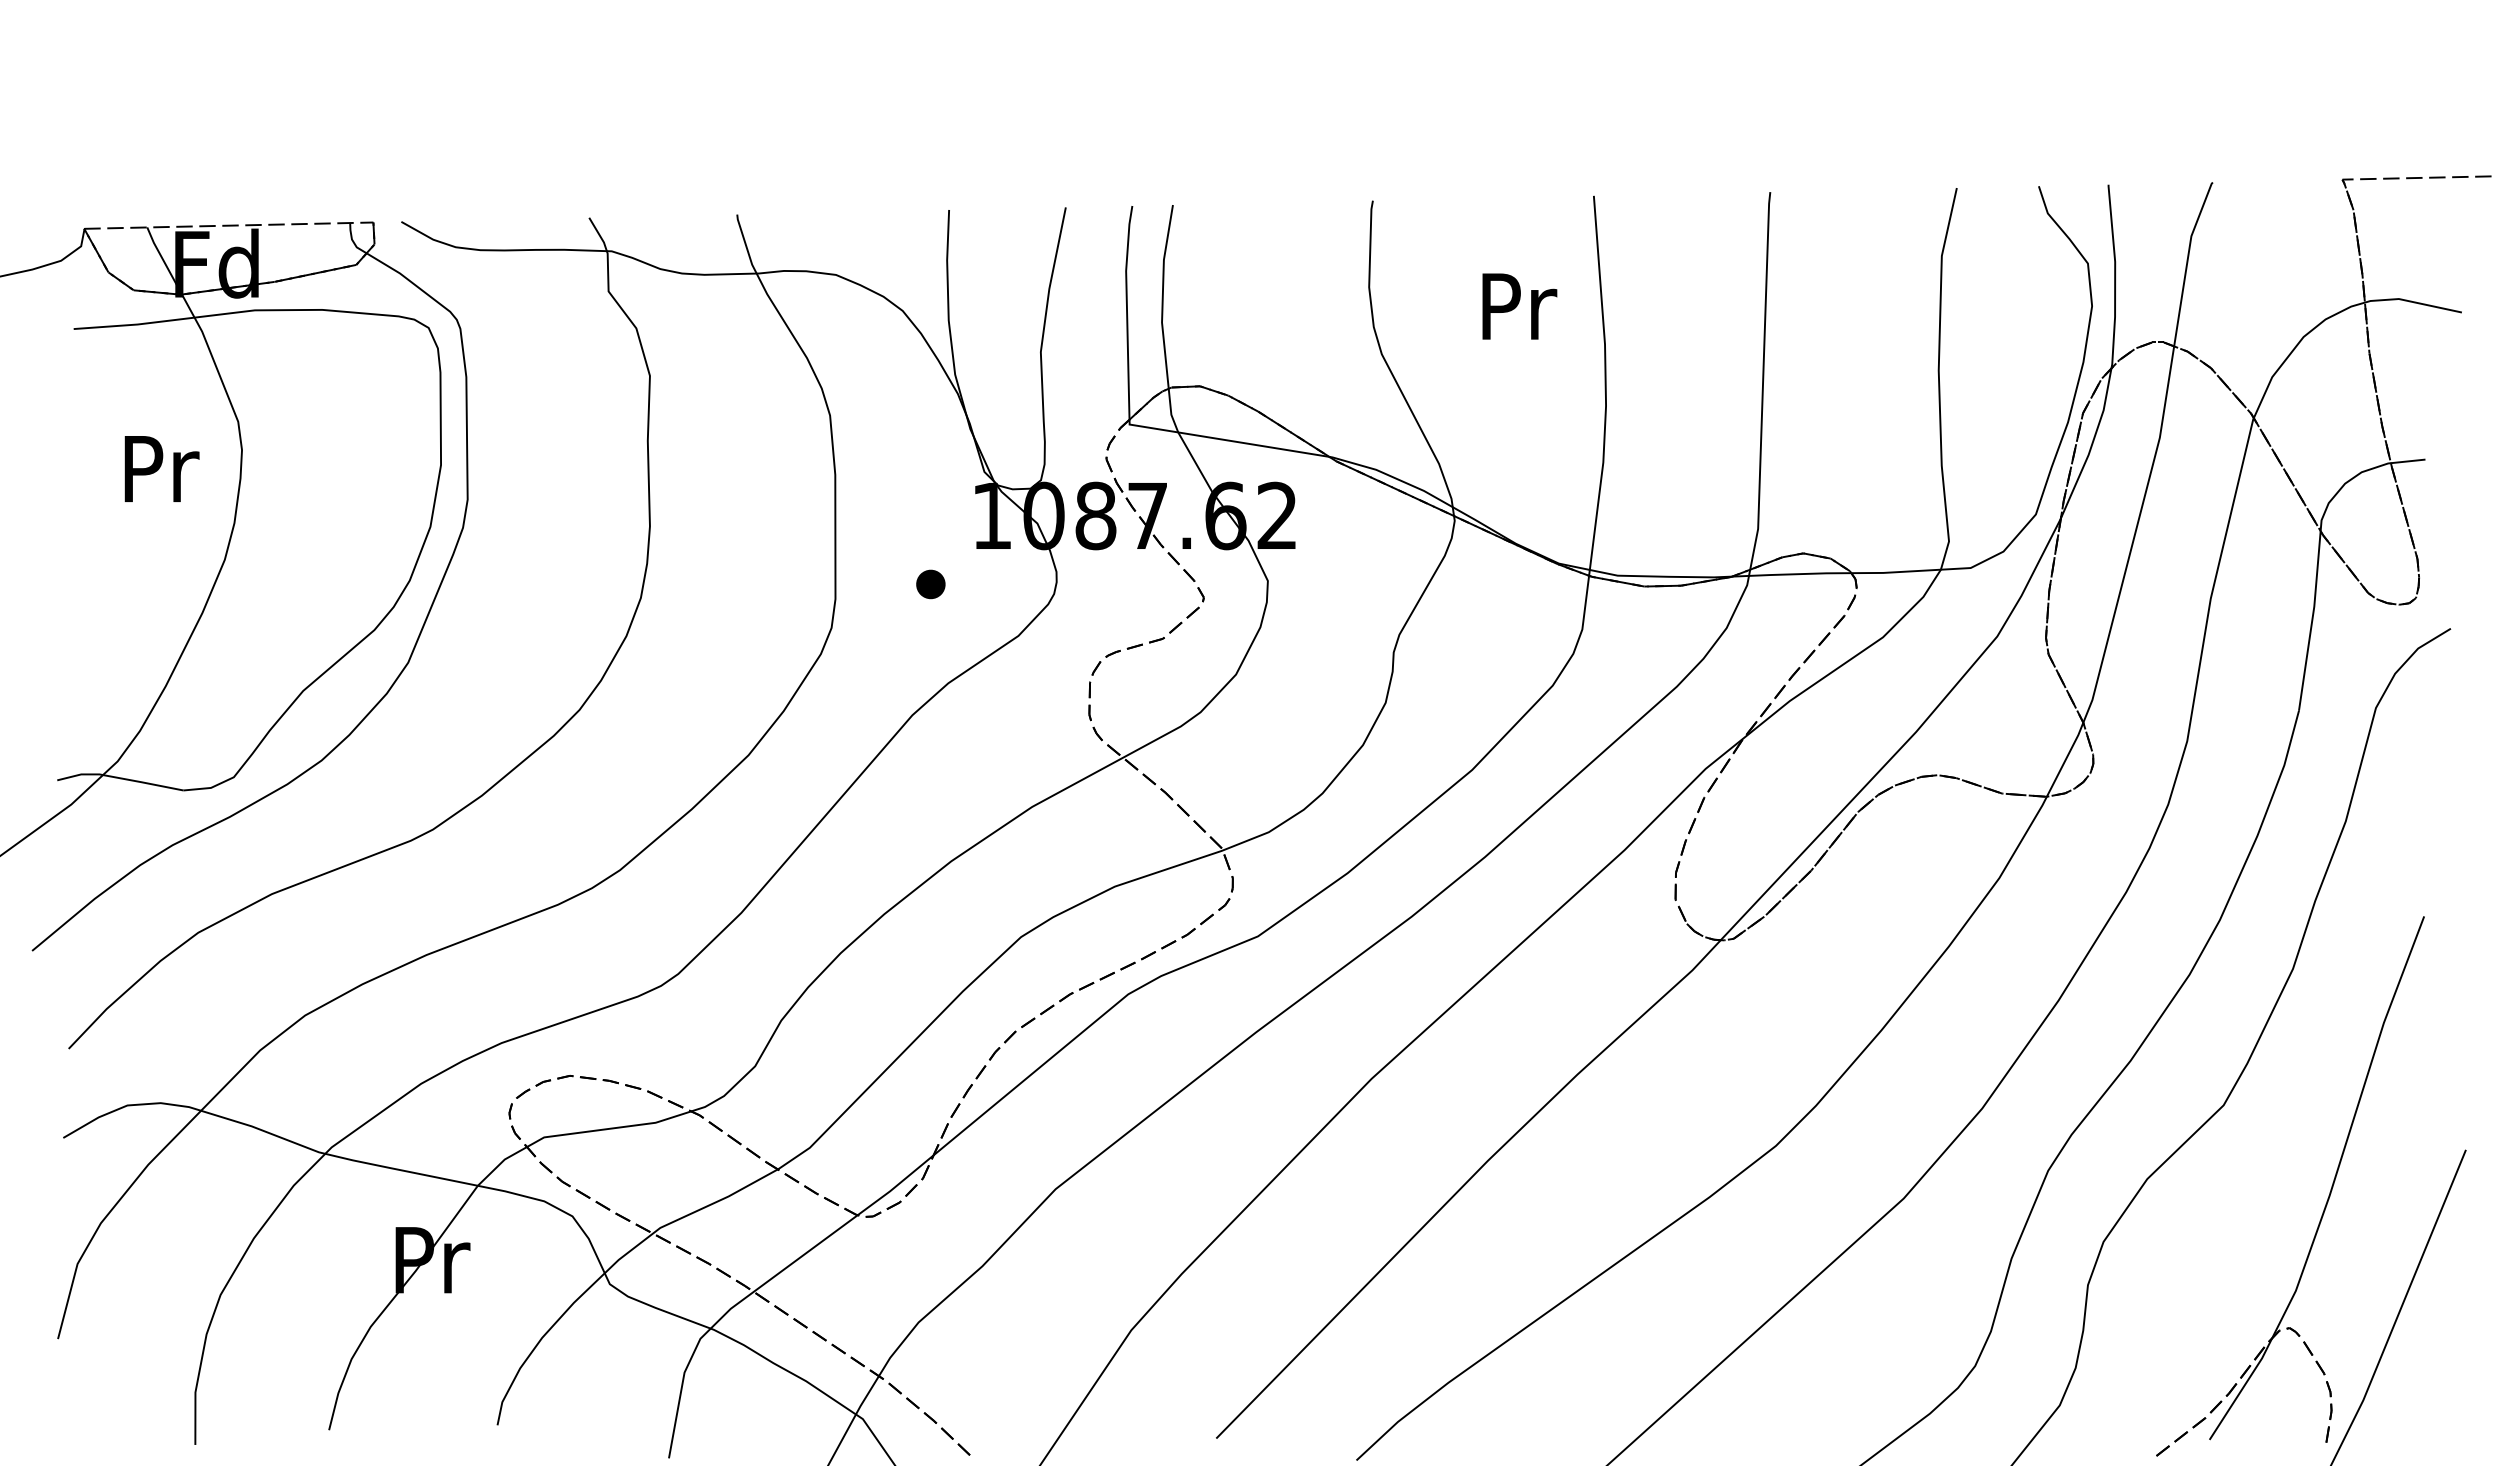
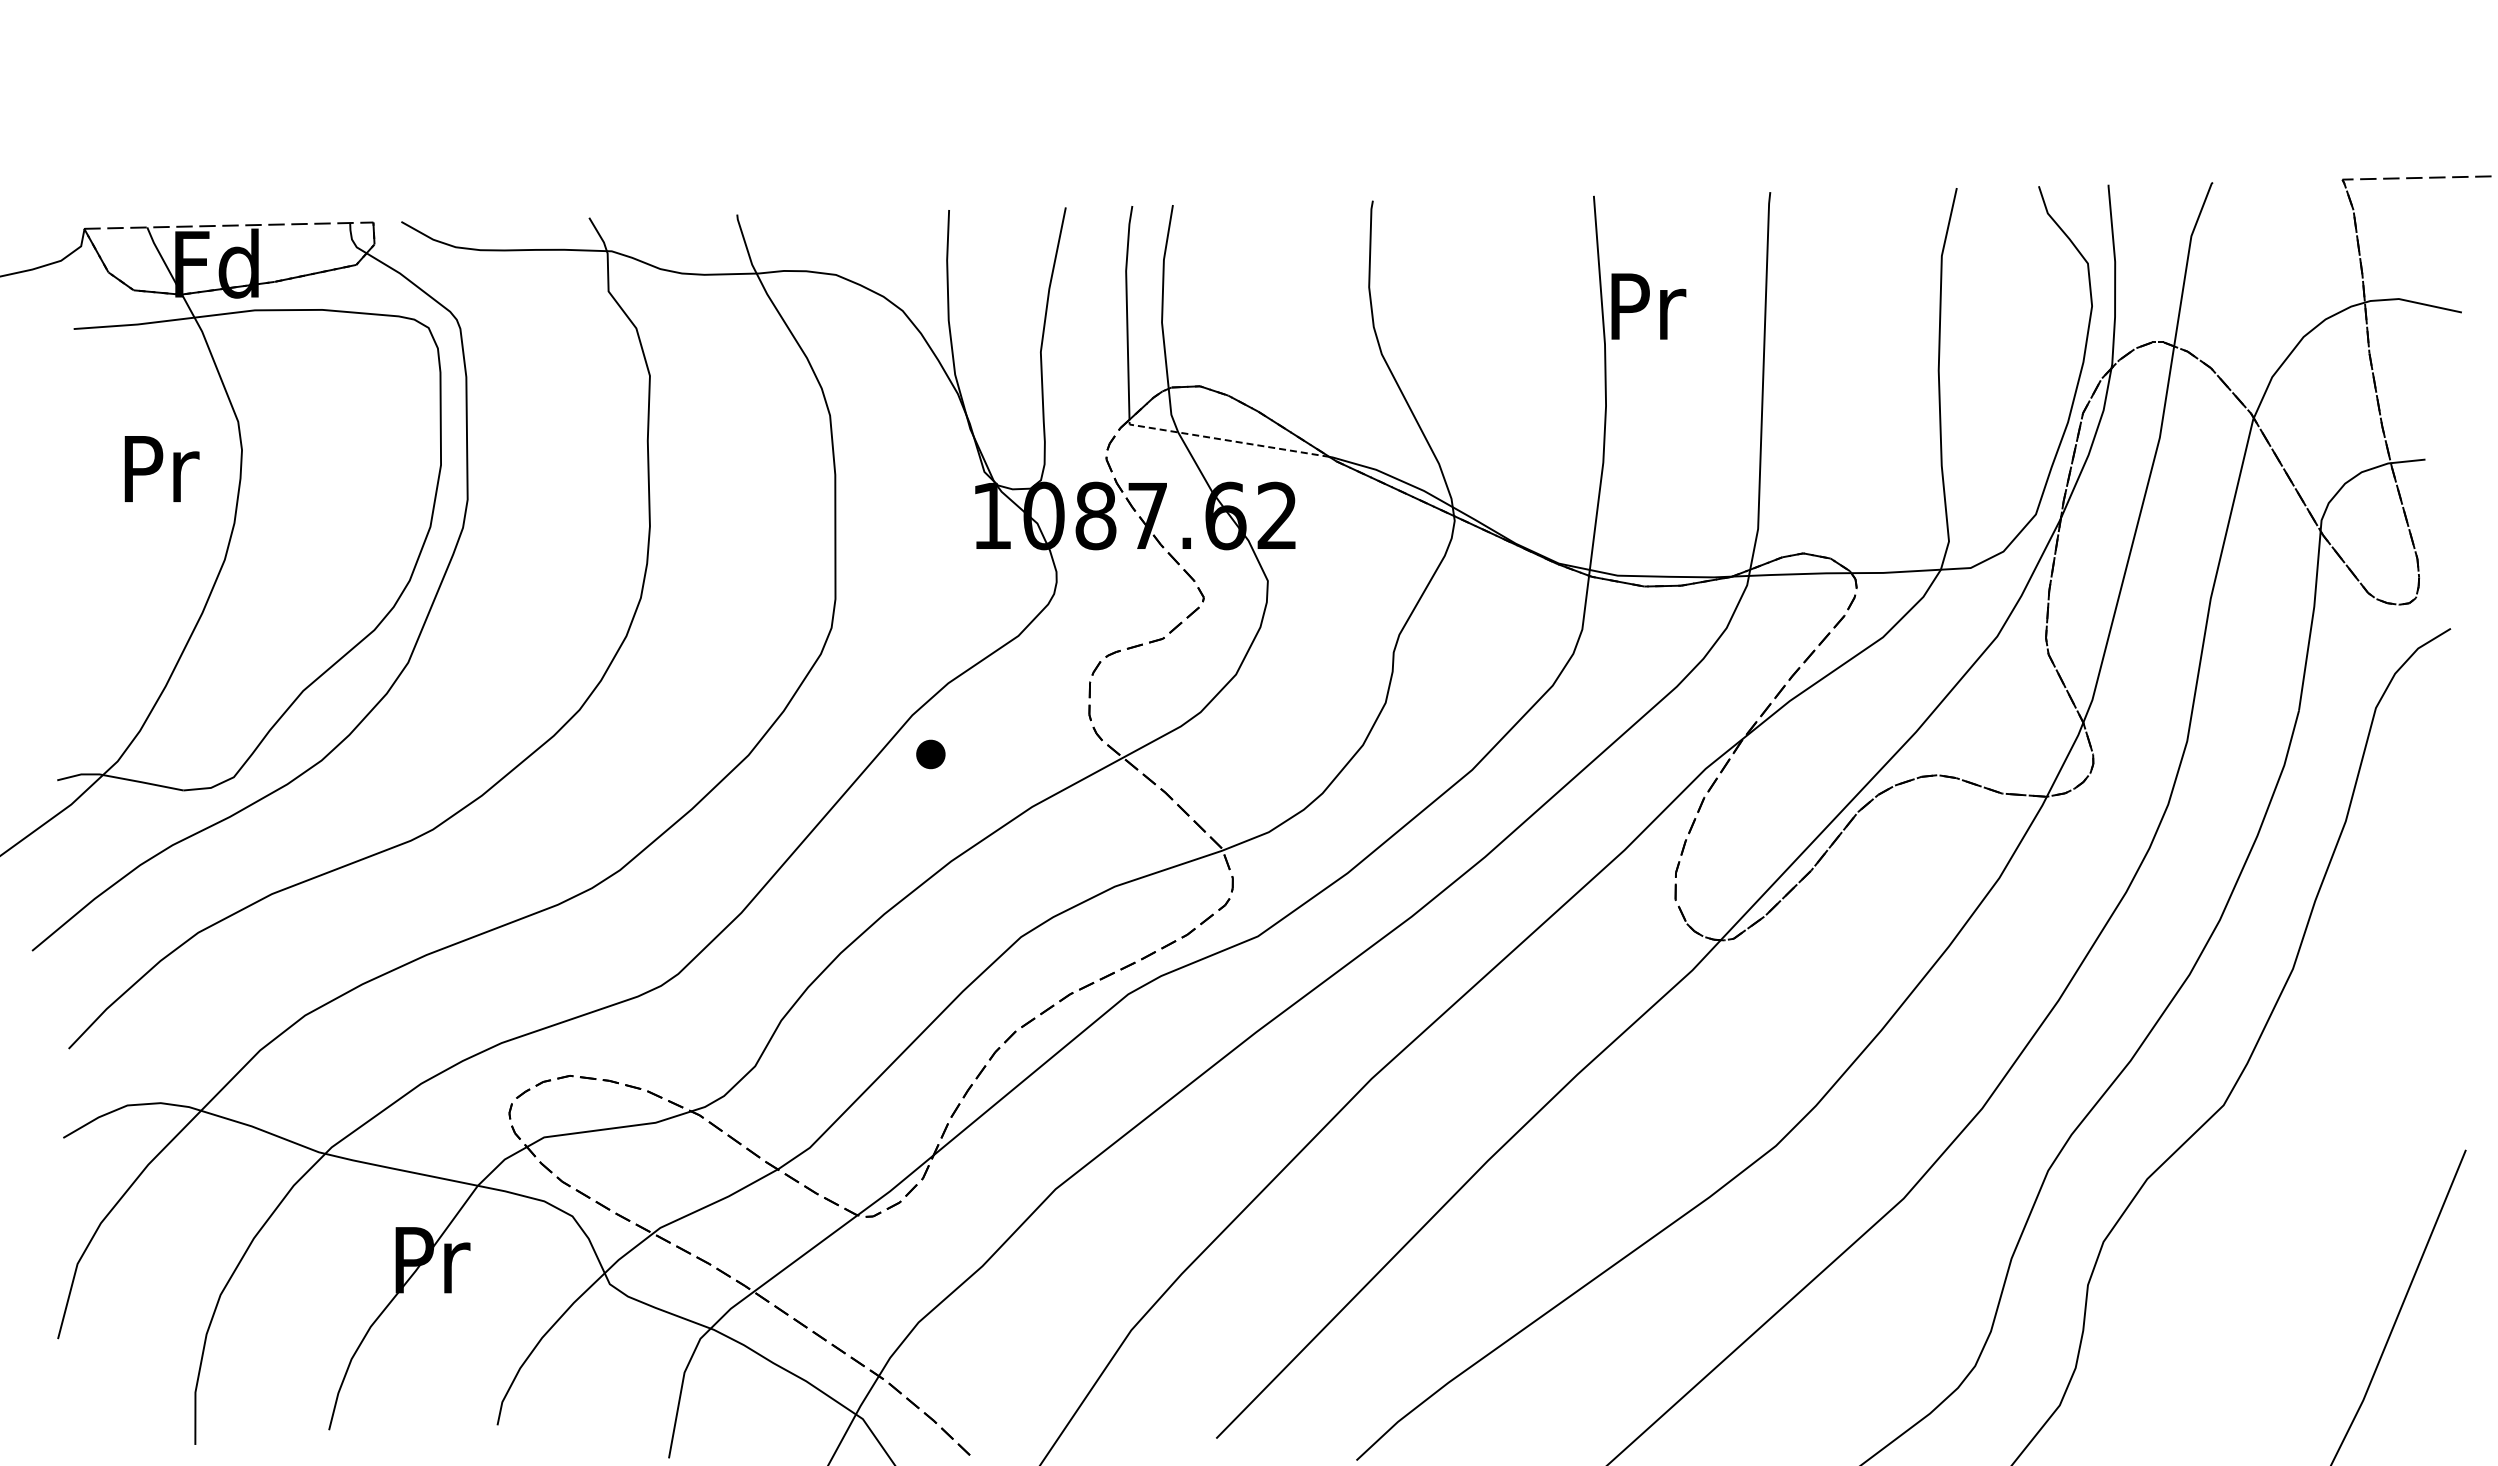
text at (1519, 306) position: (1519, 306) -> (1648, 306)
line at (1226, 440): solid -> dashed
part at (930, 584) position: (930, 584) -> (930, 754)
part at (2327, 1198): present -> none
